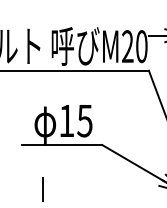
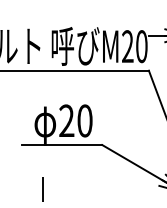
text at (75, 120): 15 -> 20
